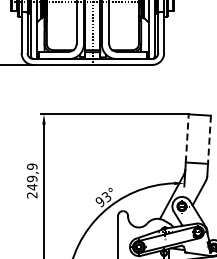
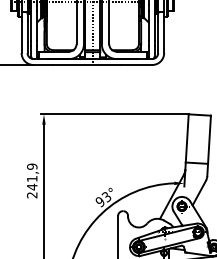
line at (187, 137): dashed -> solid
line at (209, 140): dashed -> solid
text at (32, 178): 249,9 -> 241,9
